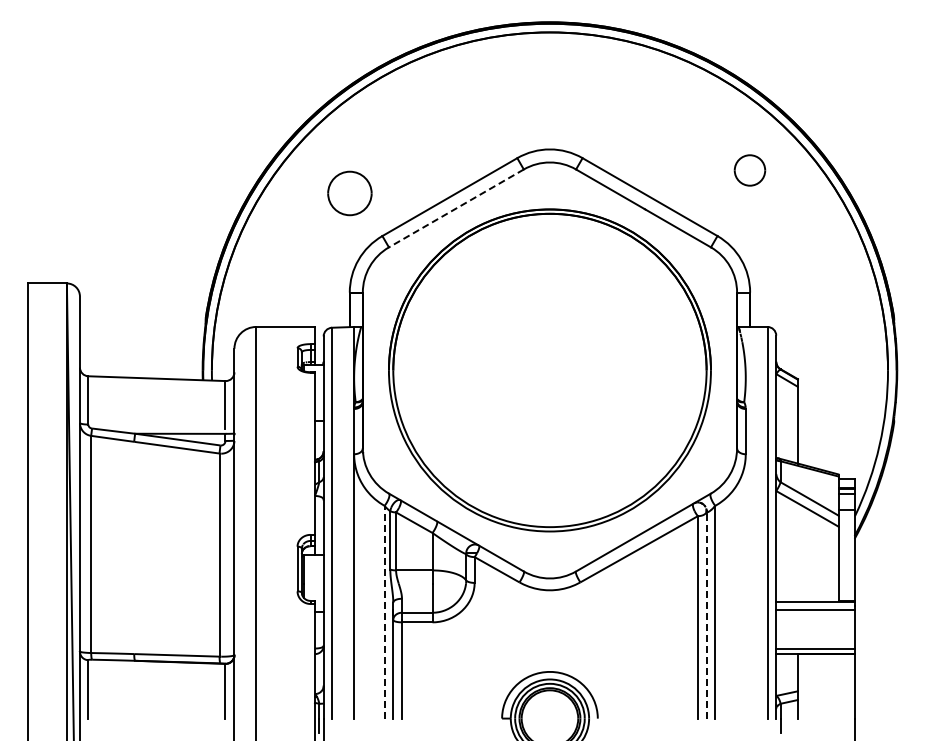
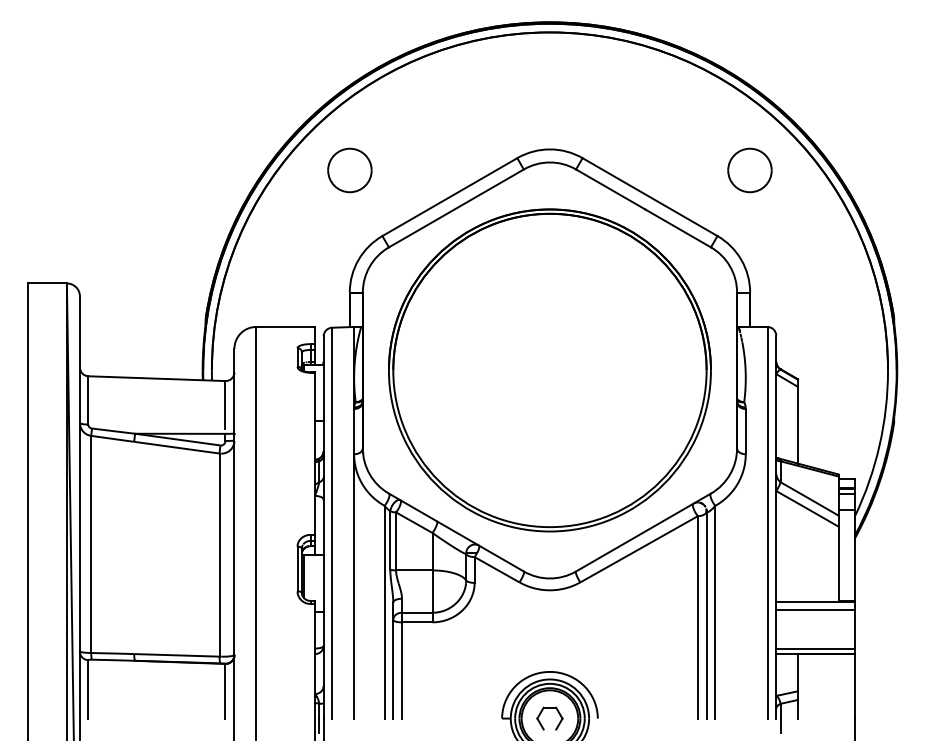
part at (749, 170) size: 34x33 px -> 46x47 px
part at (349, 193) position: (349, 193) -> (349, 170)
line at (456, 208): dashed -> solid
line at (384, 611): dashed -> solid
line at (706, 614): dashed -> solid
part at (541, 713): none -> present
